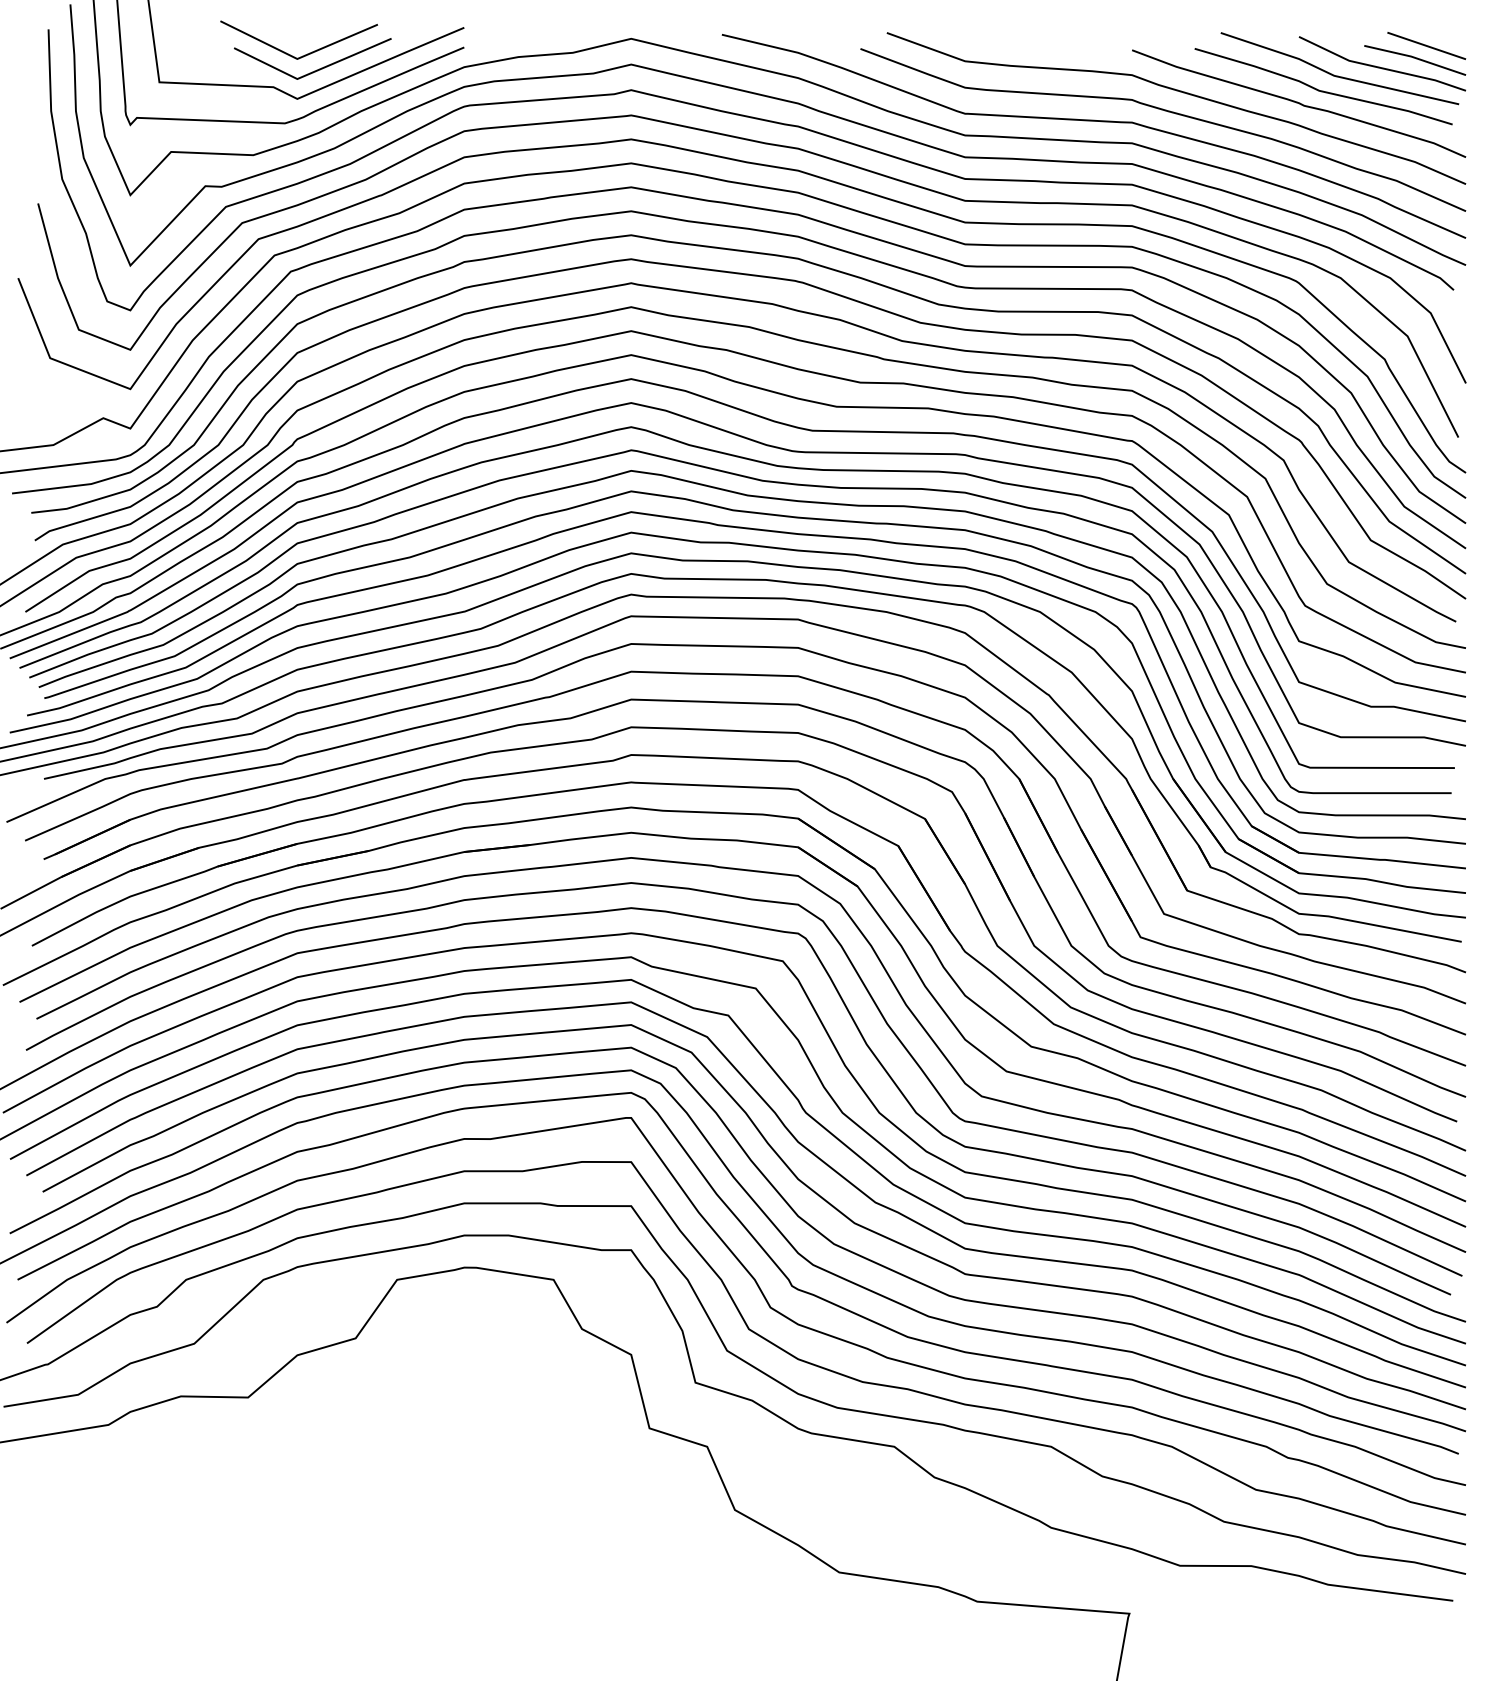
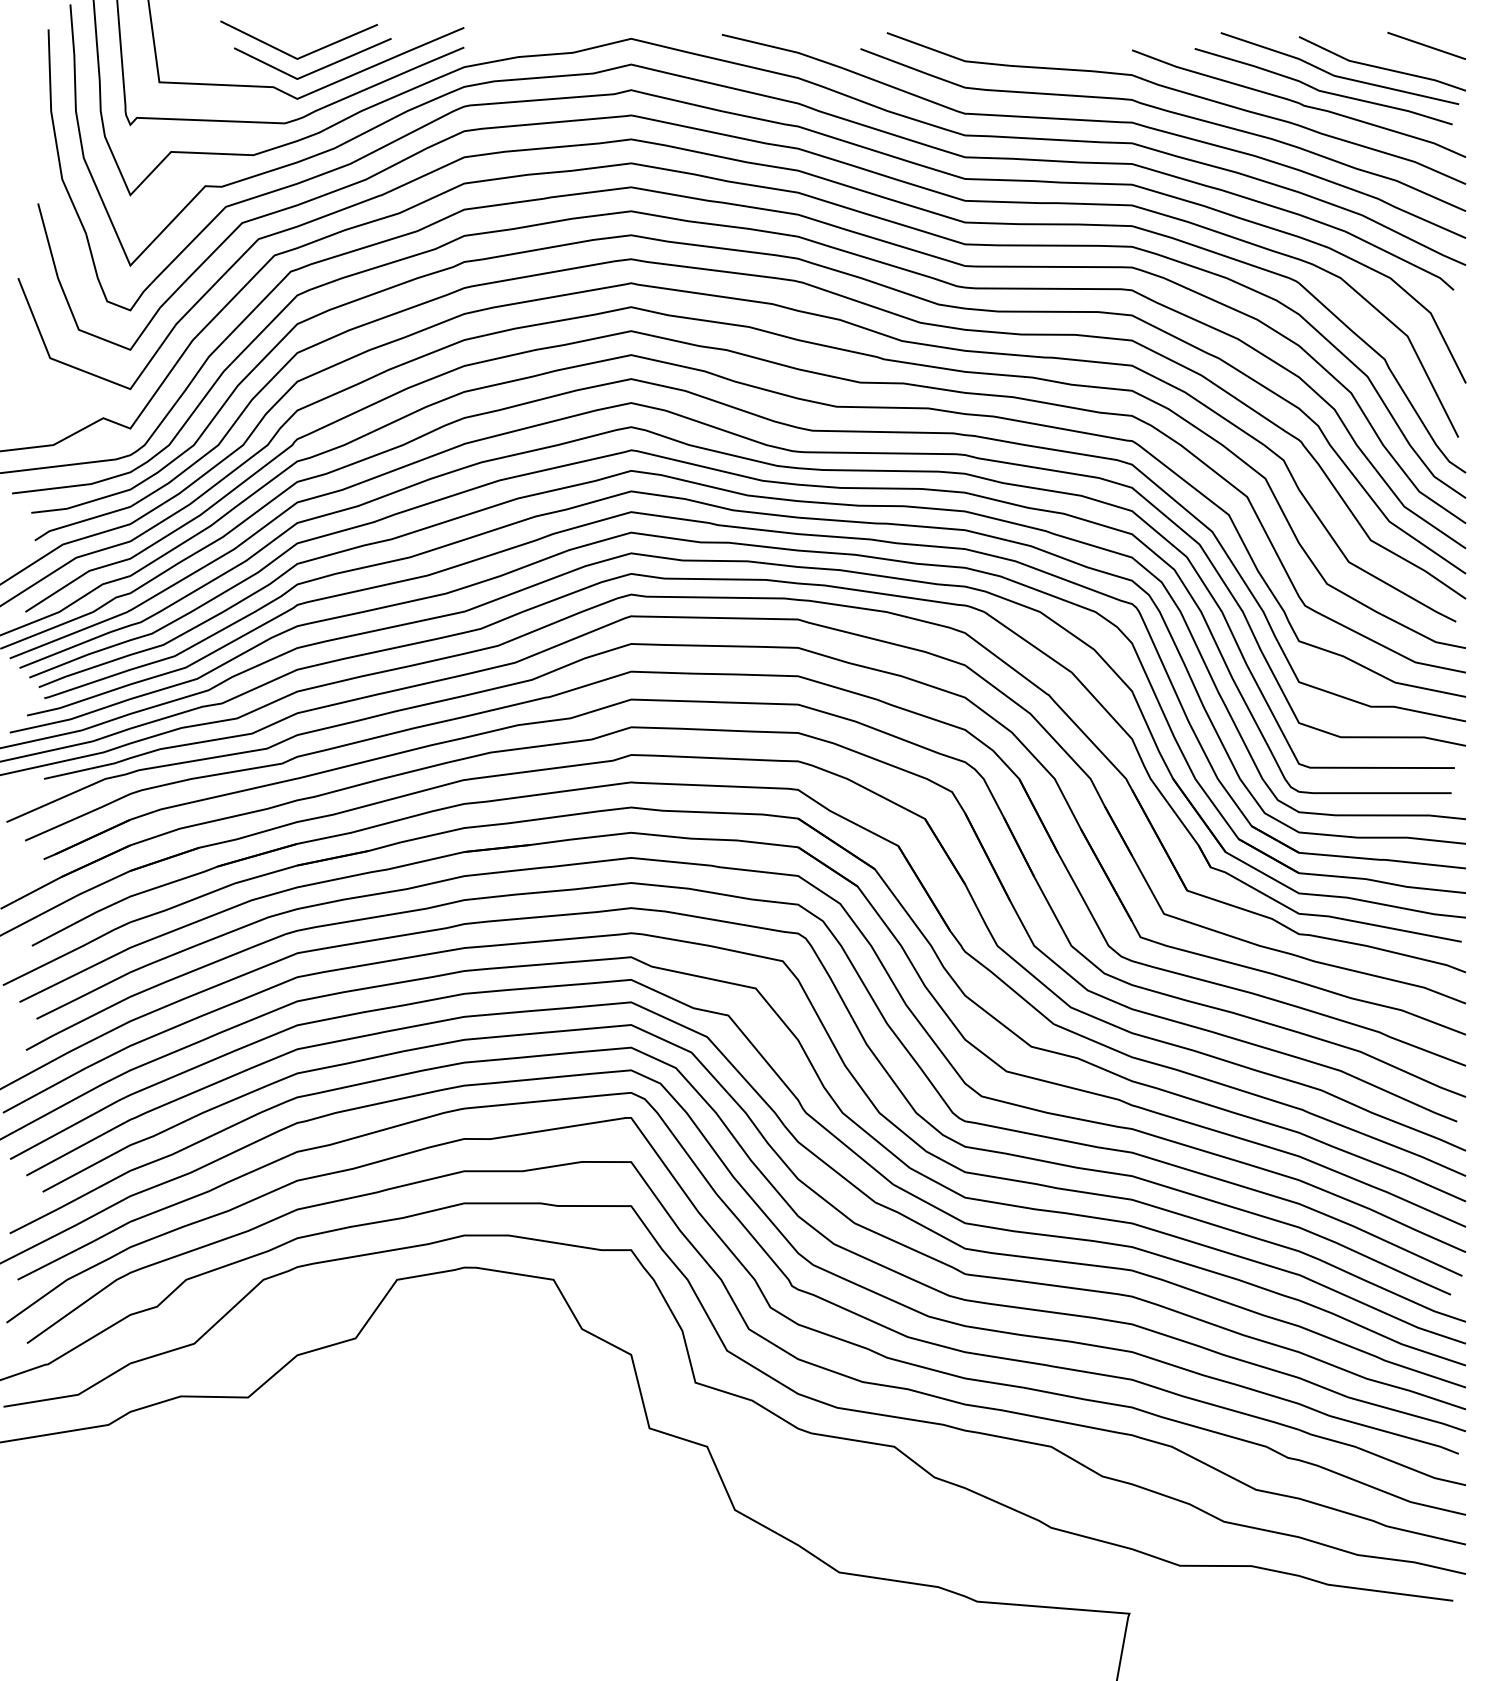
line at (1416, 59): present -> none
